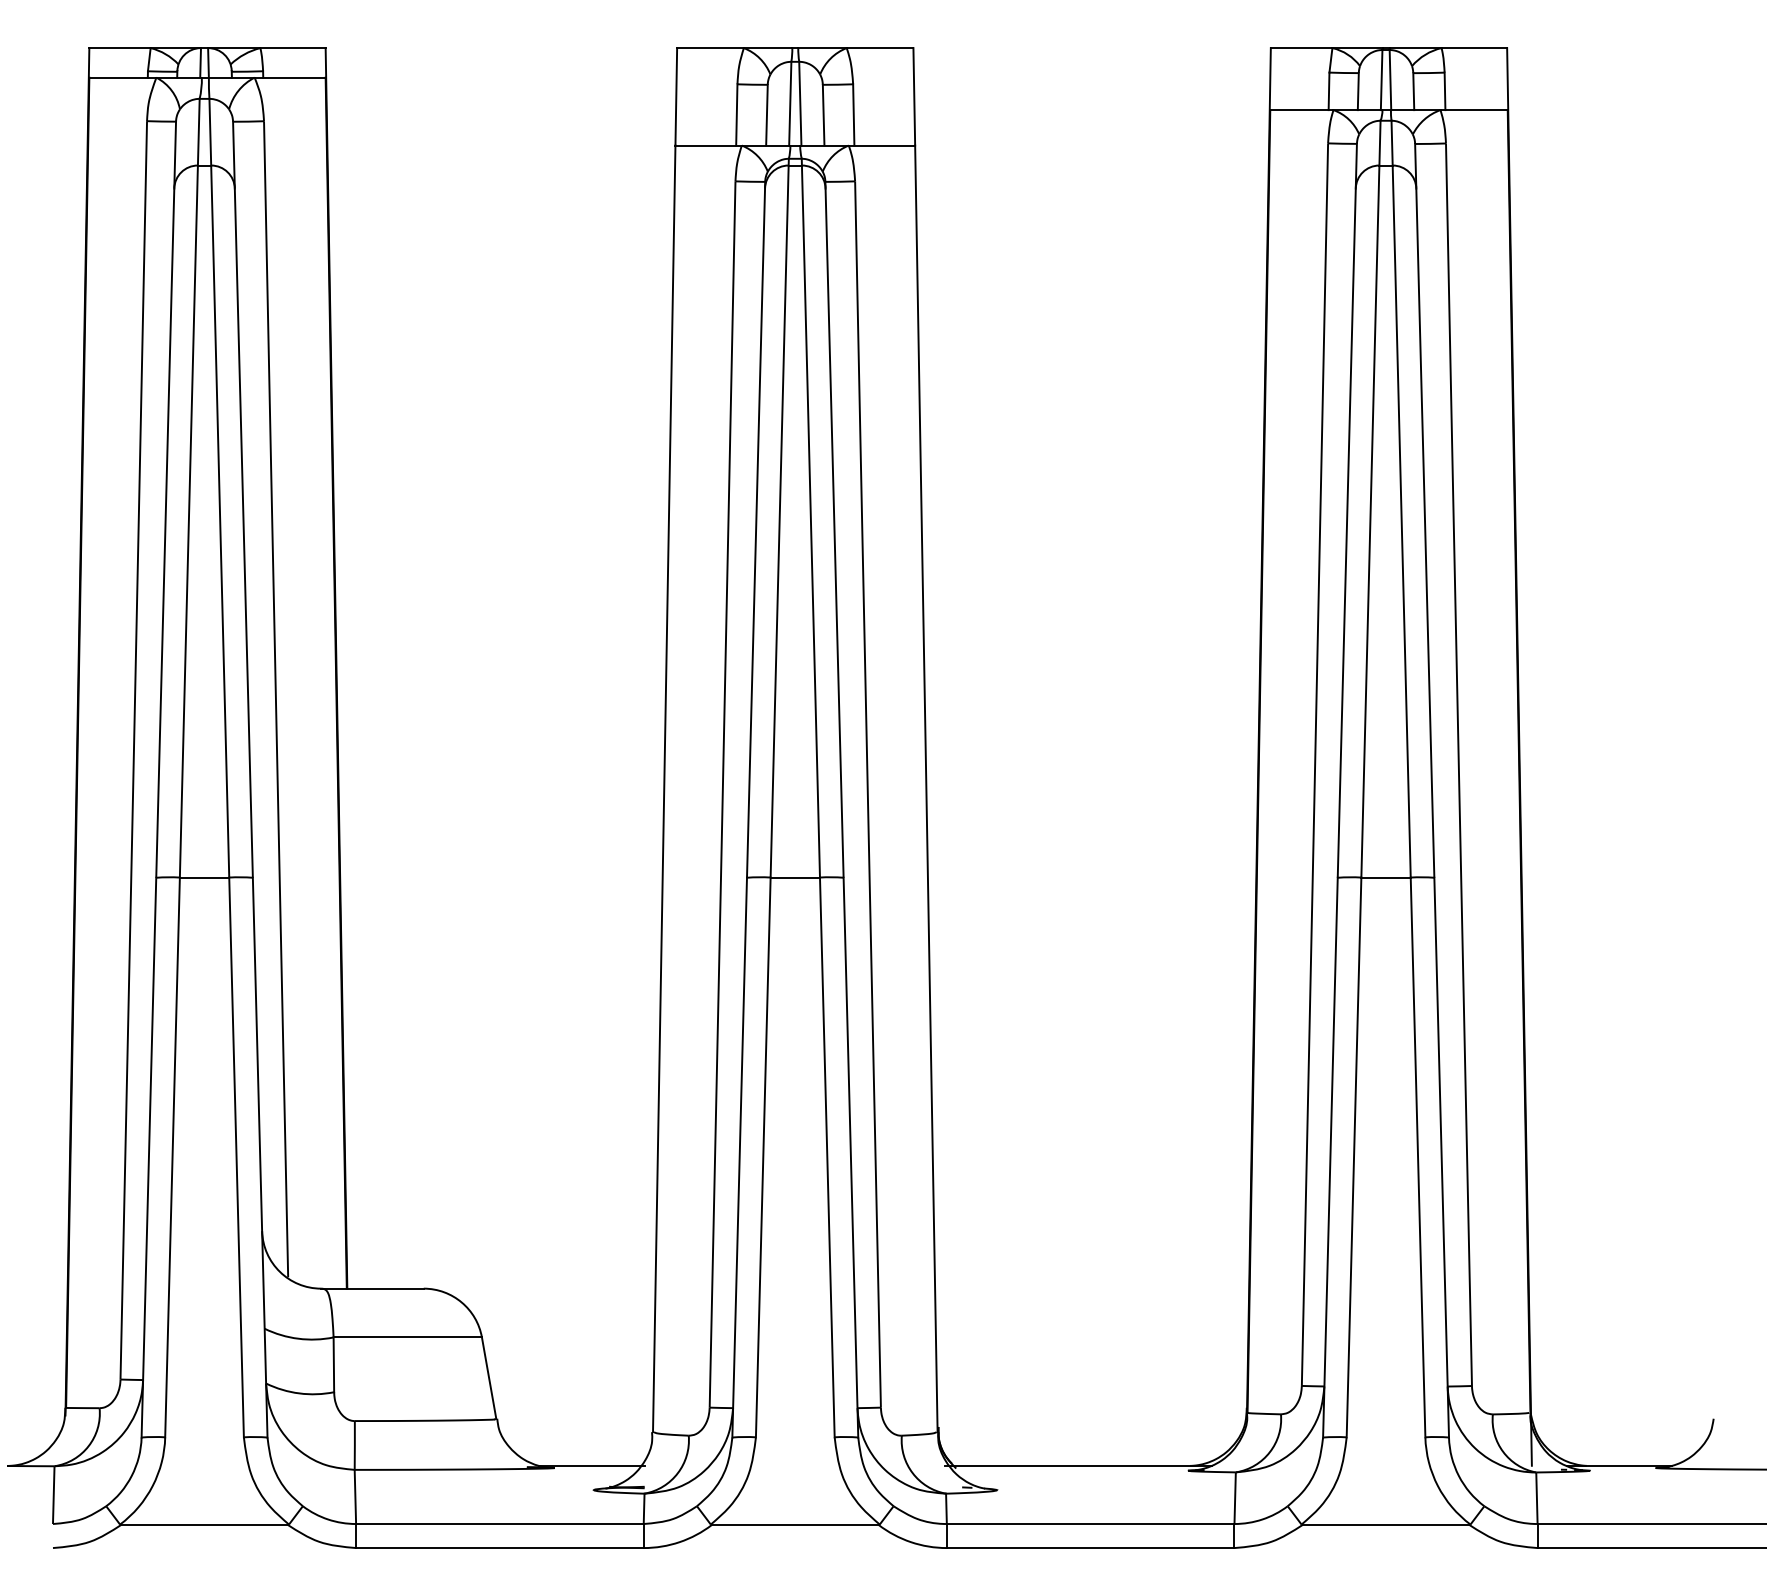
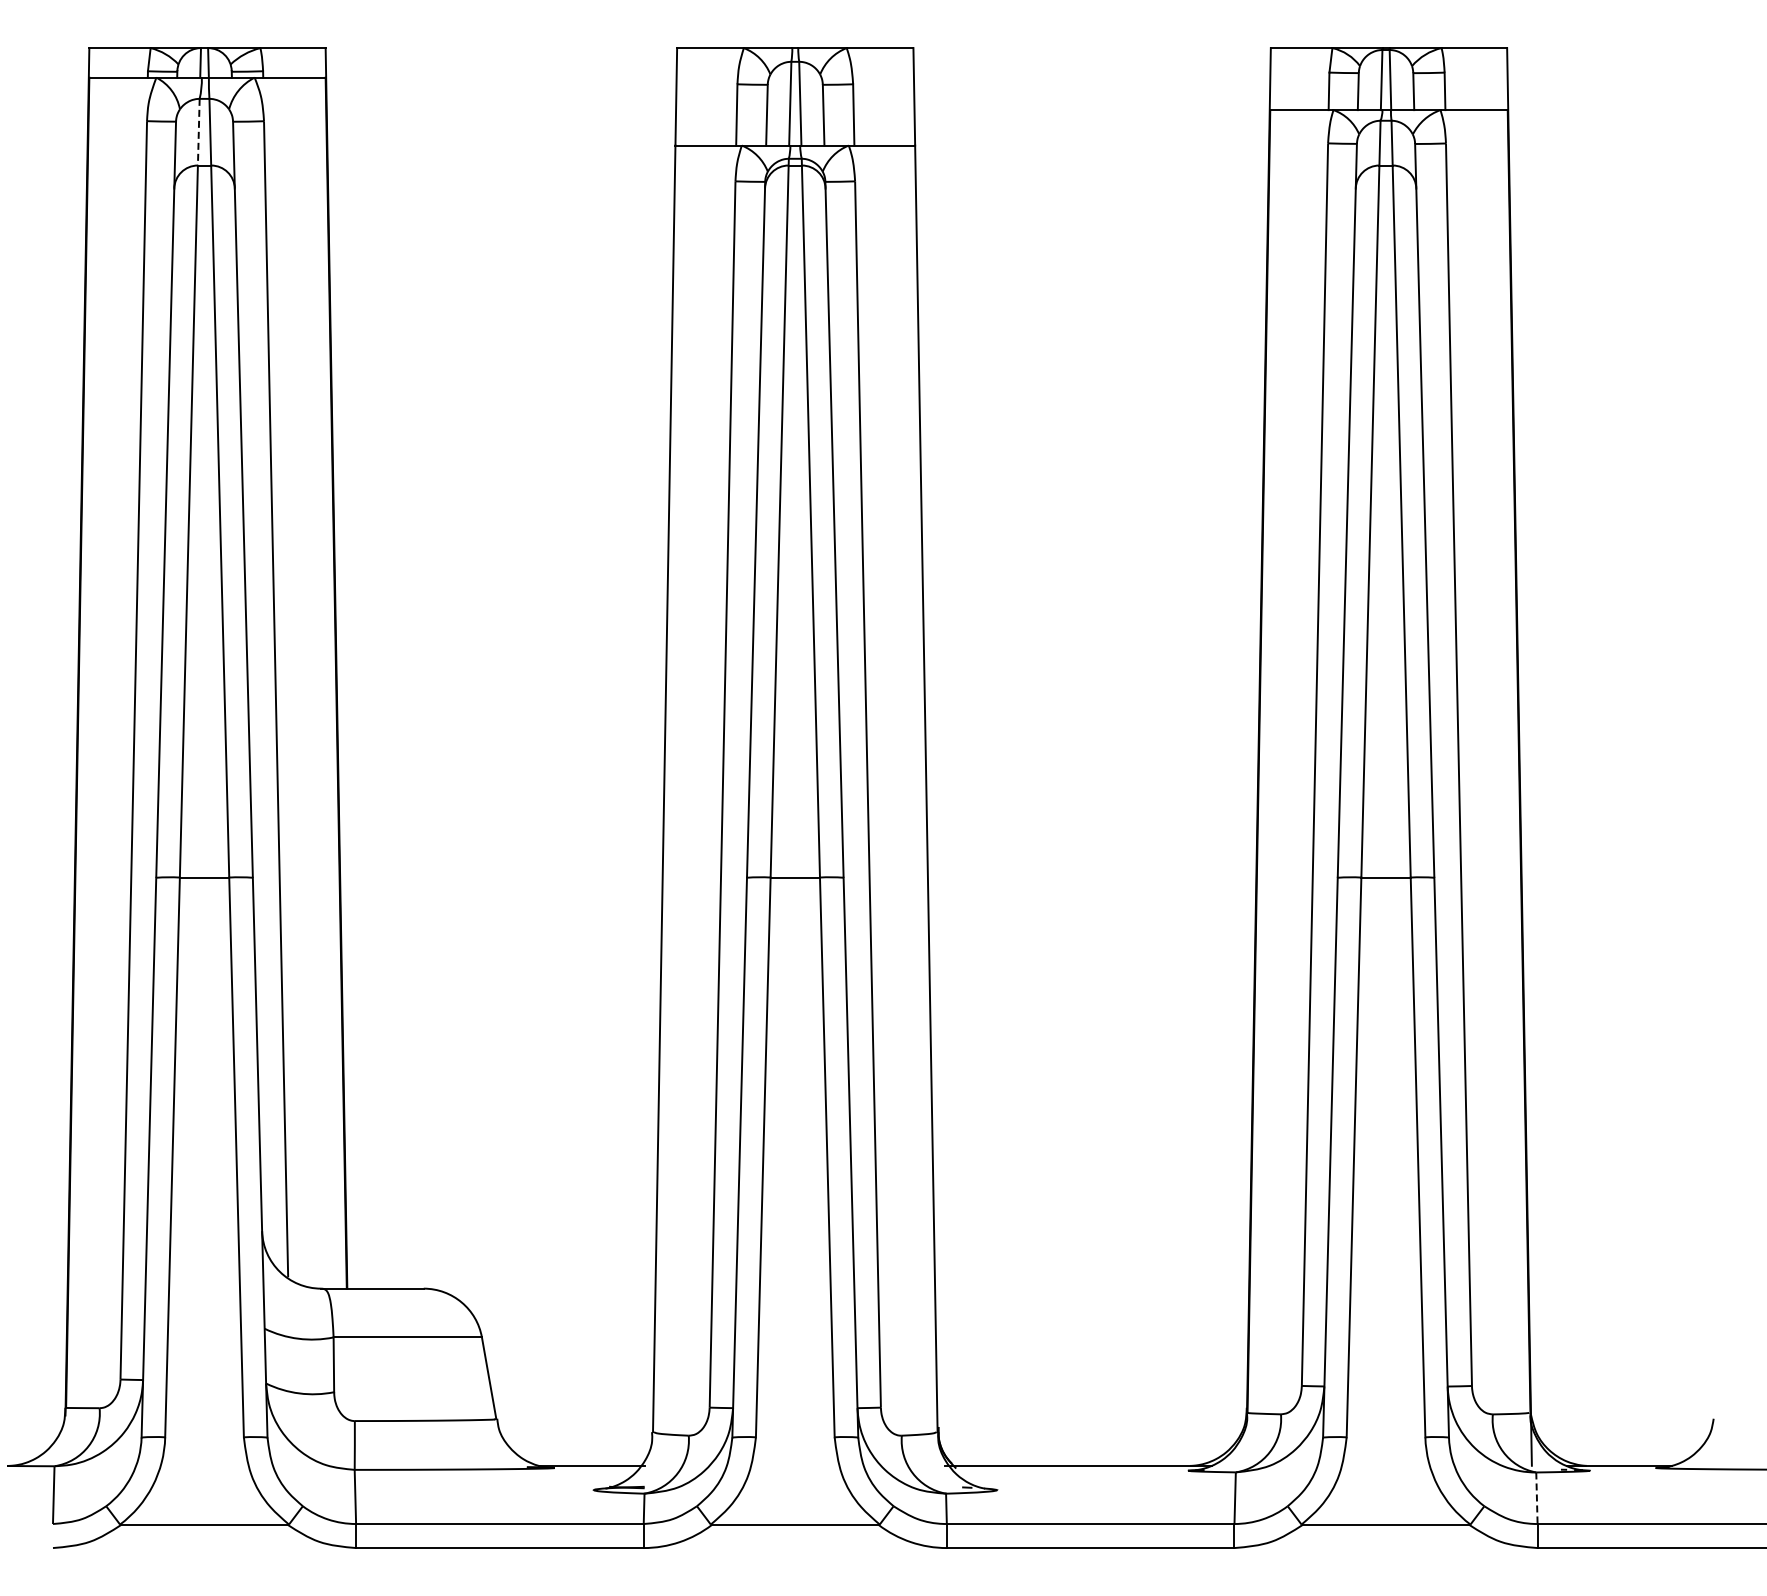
line at (198, 132): solid -> dashed
line at (1536, 1497): solid -> dashed
